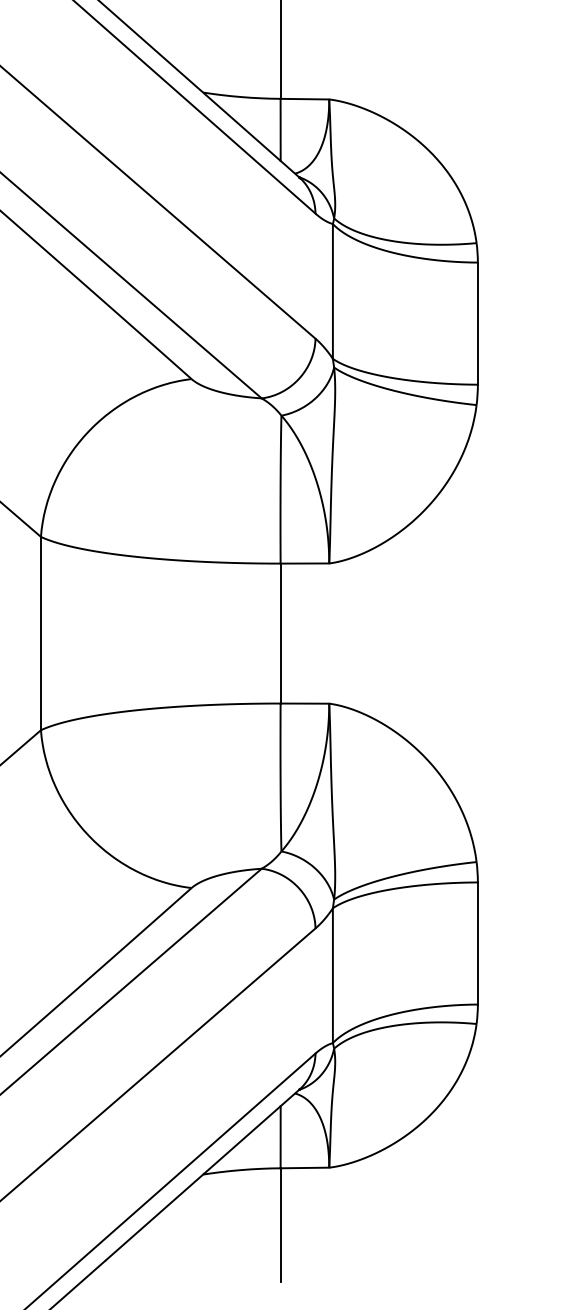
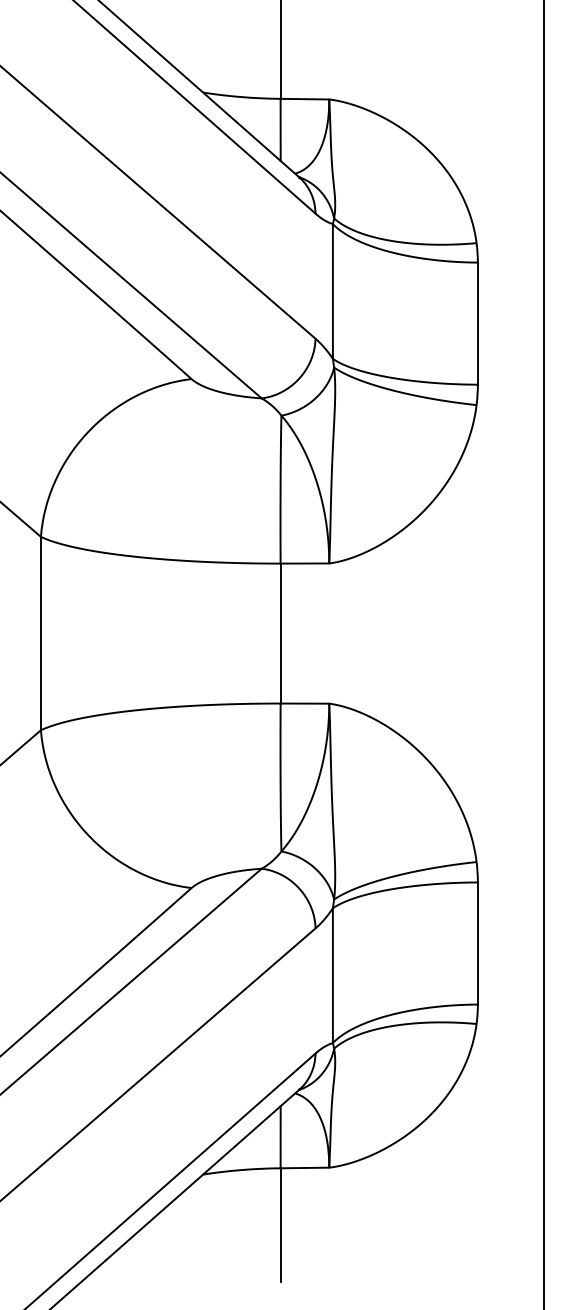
line at (544, 654): none -> present
